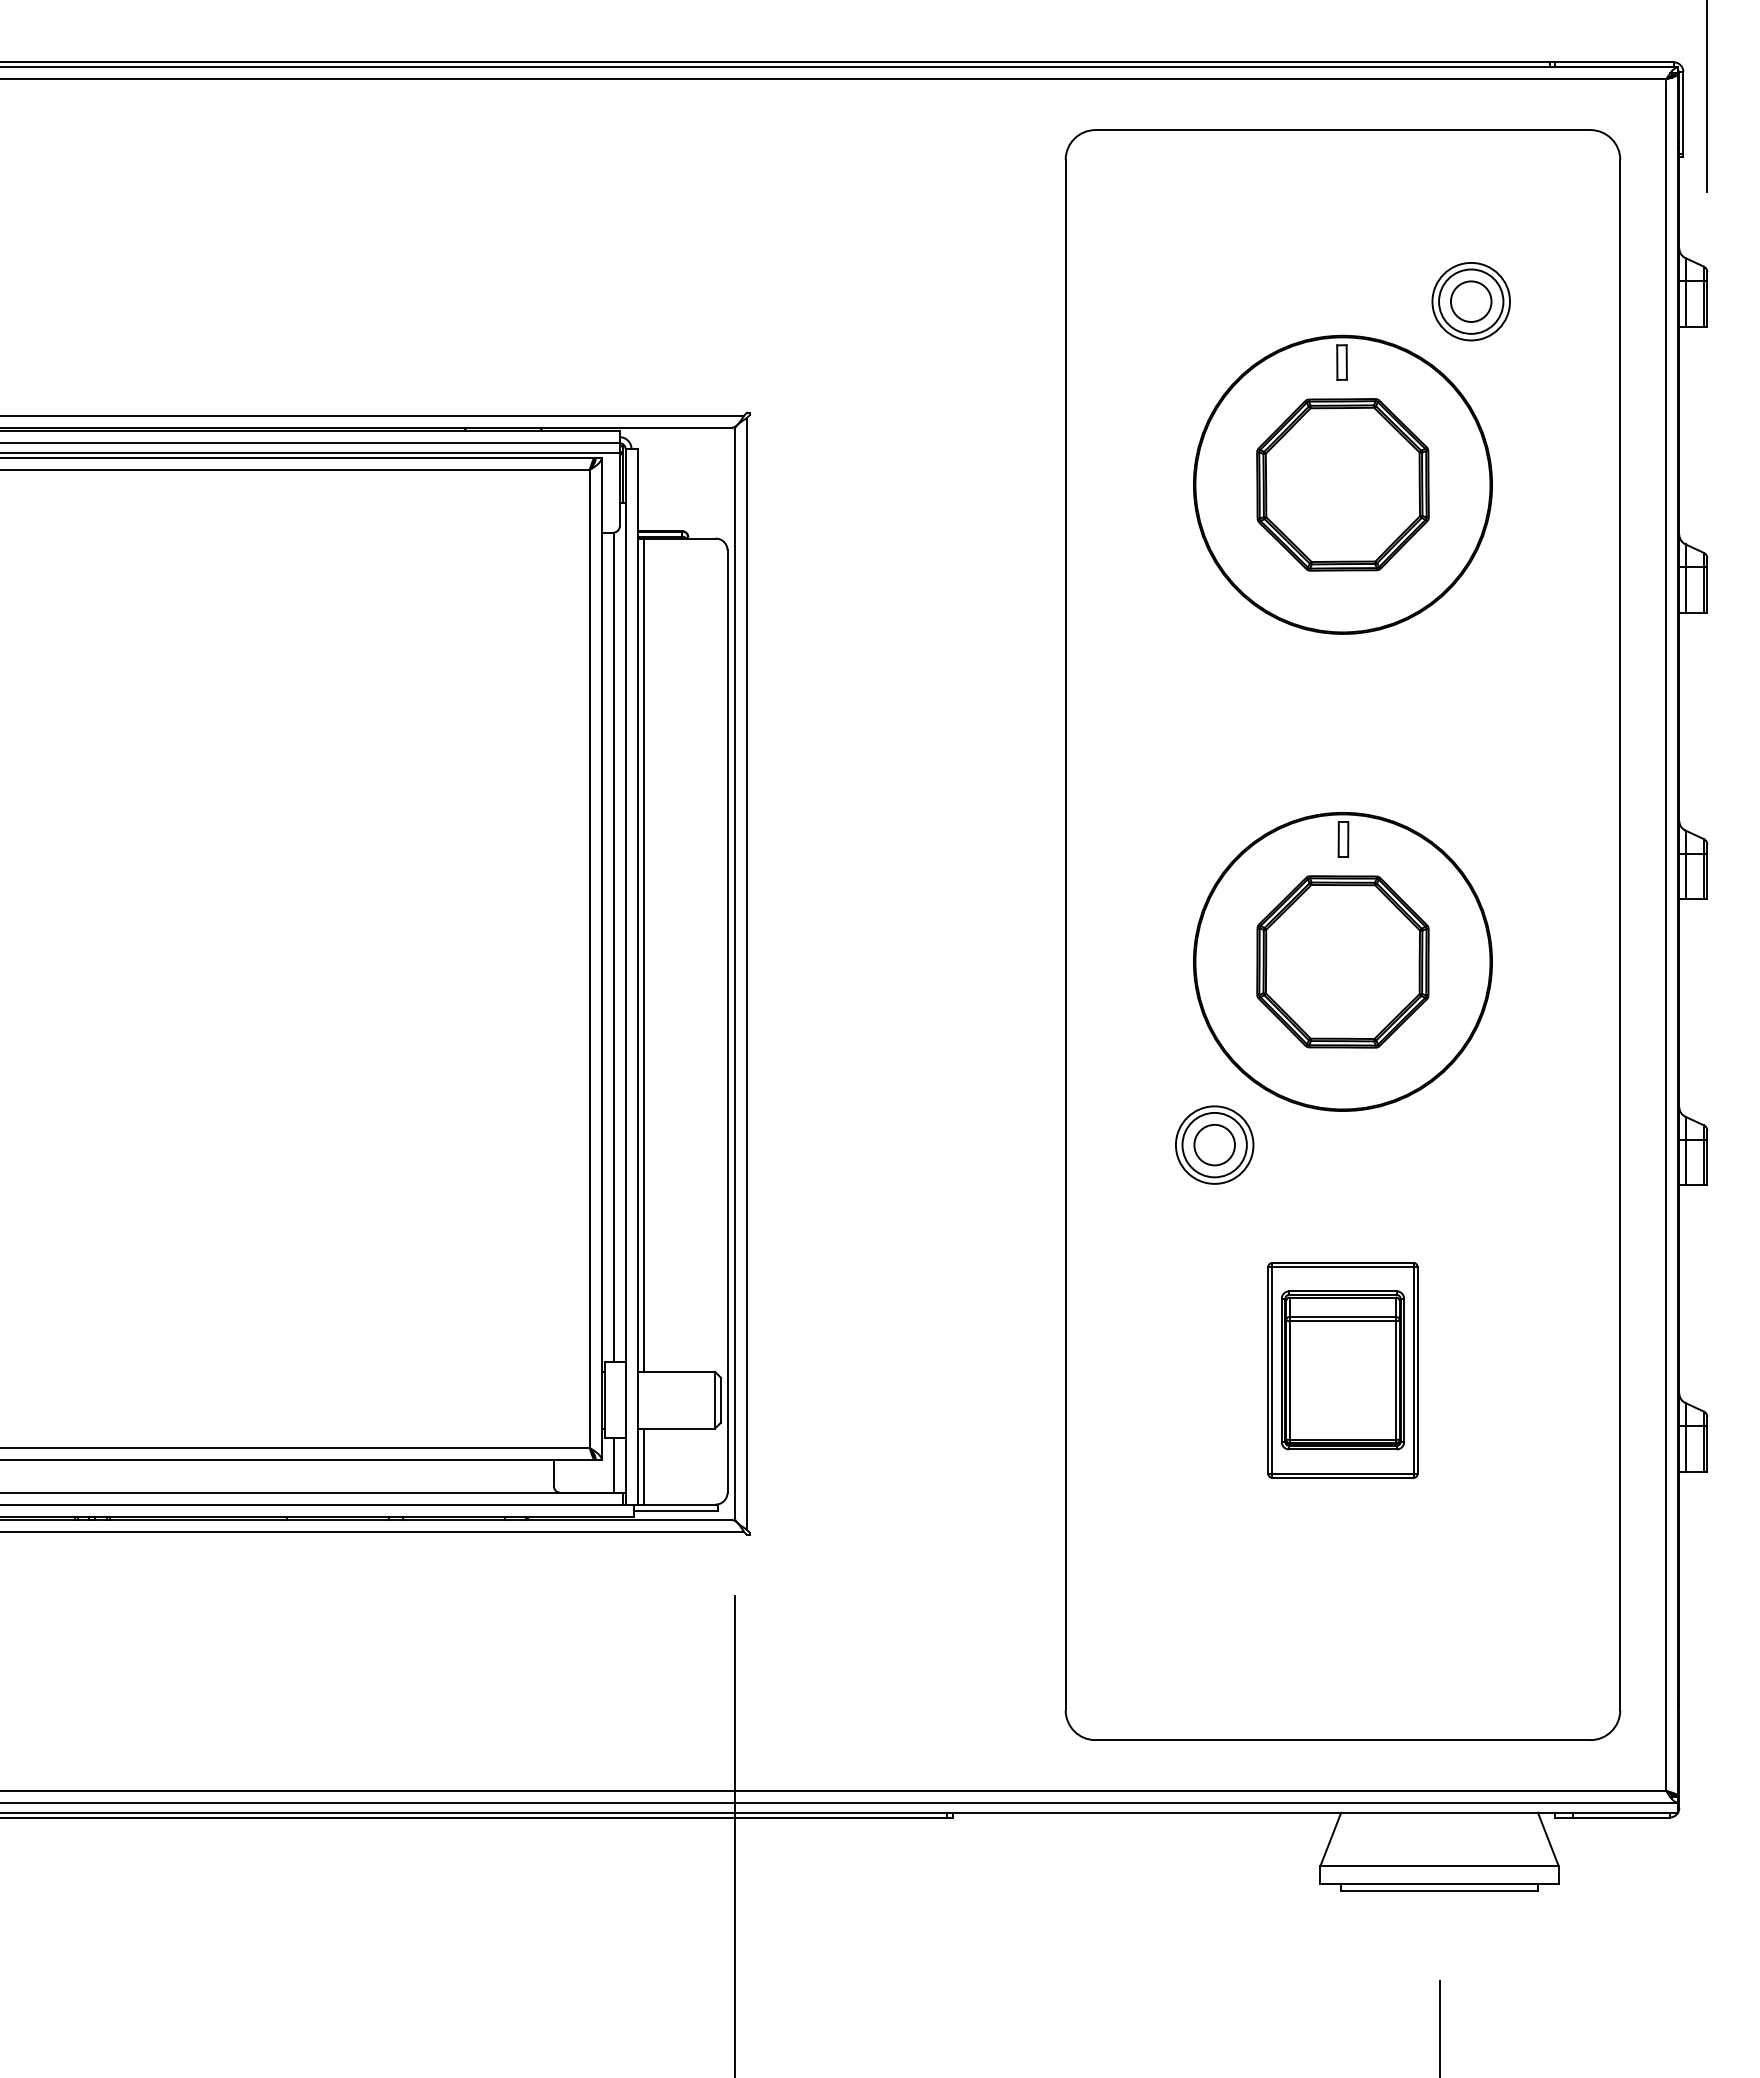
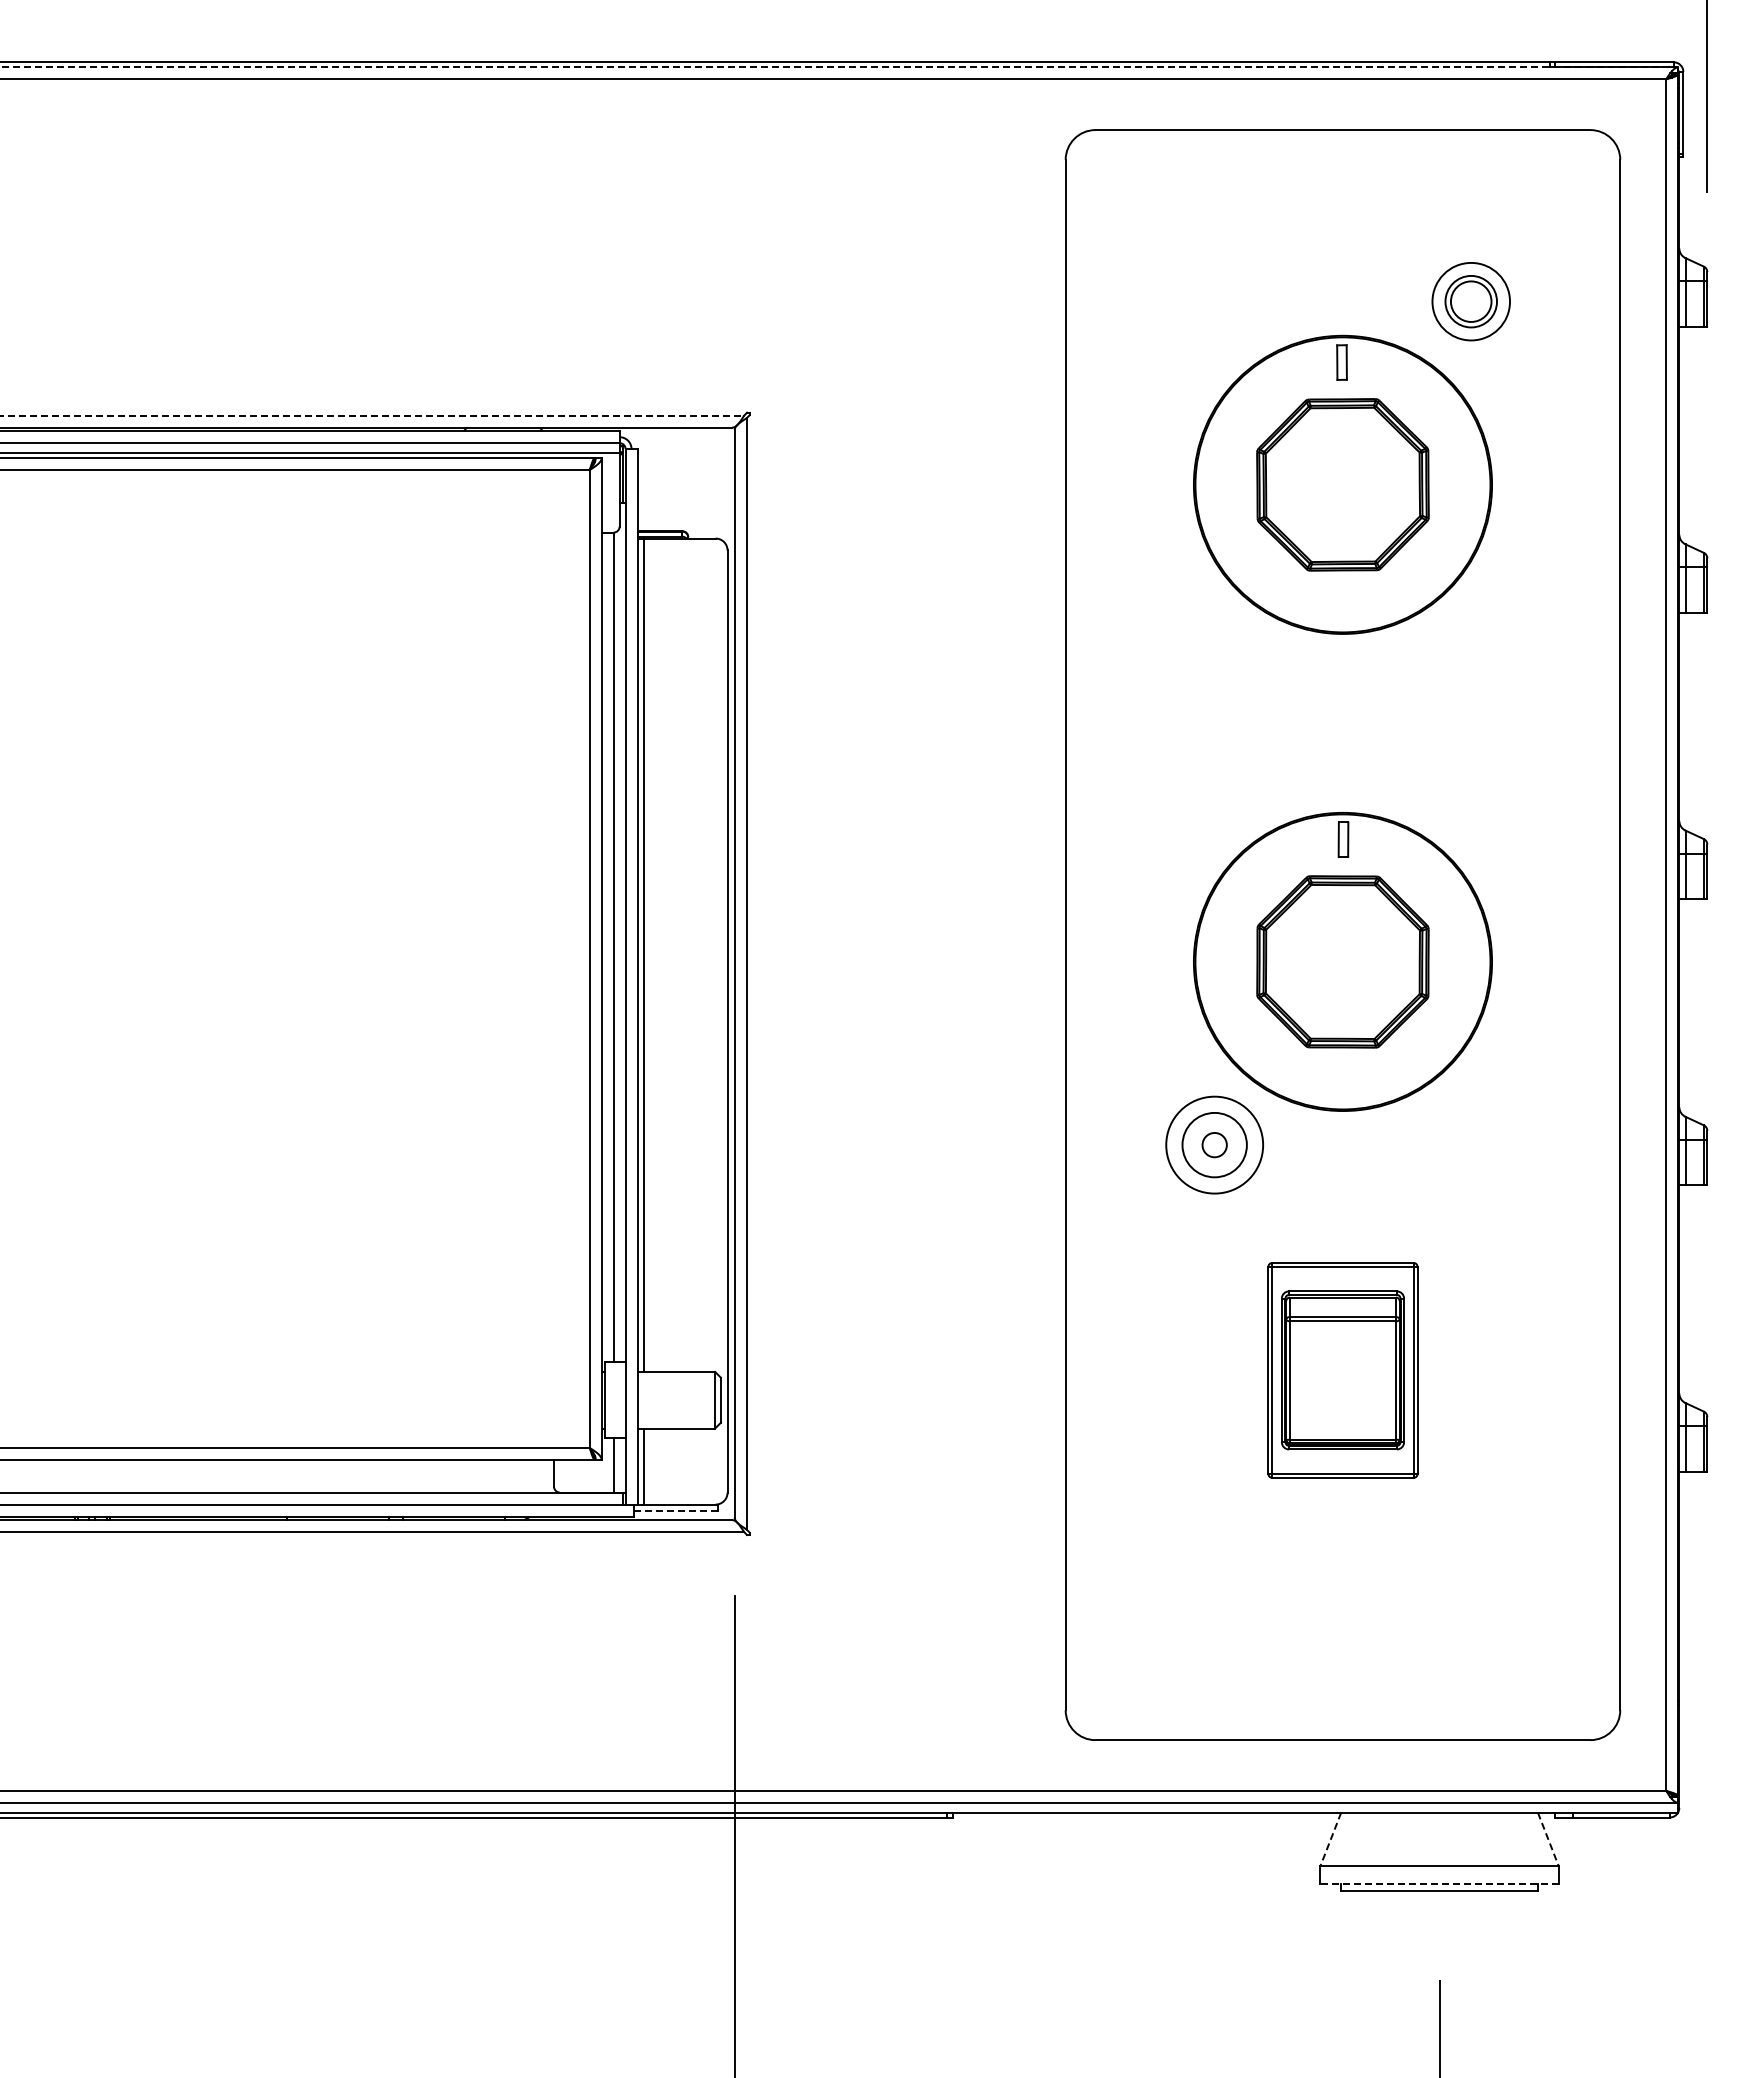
line at (839, 67): solid -> dashed
circle at (1471, 301) diameter: 64 px -> 52 px
line at (372, 415): solid -> dashed
circle at (1214, 1144) diameter: 41 px -> 24 px
circle at (1214, 1144) diameter: 78 px -> 97 px
line at (676, 1510): solid -> dashed
line at (1330, 1839): solid -> dashed
line at (1548, 1839): solid -> dashed
line at (1439, 1884): solid -> dashed
